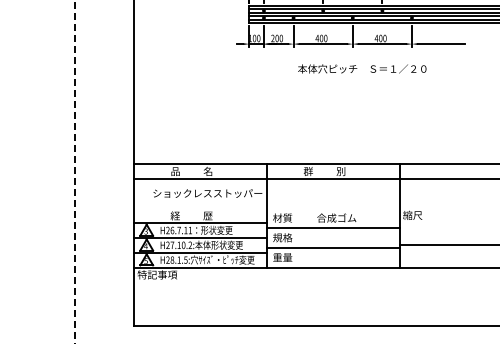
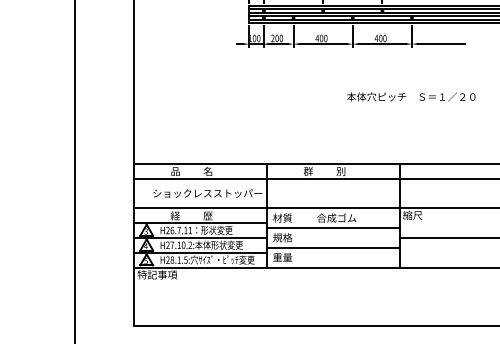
text at (362, 68) position: (362, 68) -> (411, 96)
line at (74, 171): dashed -> solid
line at (314, 208): none -> present
line at (447, 244) position: (447, 244) -> (447, 237)
